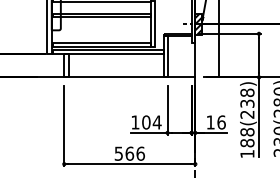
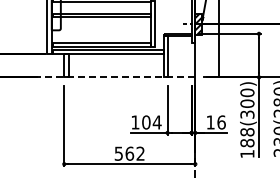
line at (105, 77): solid -> dashed
text at (247, 103): 188(238) -> 188(300)
text at (140, 153): 566 -> 562
